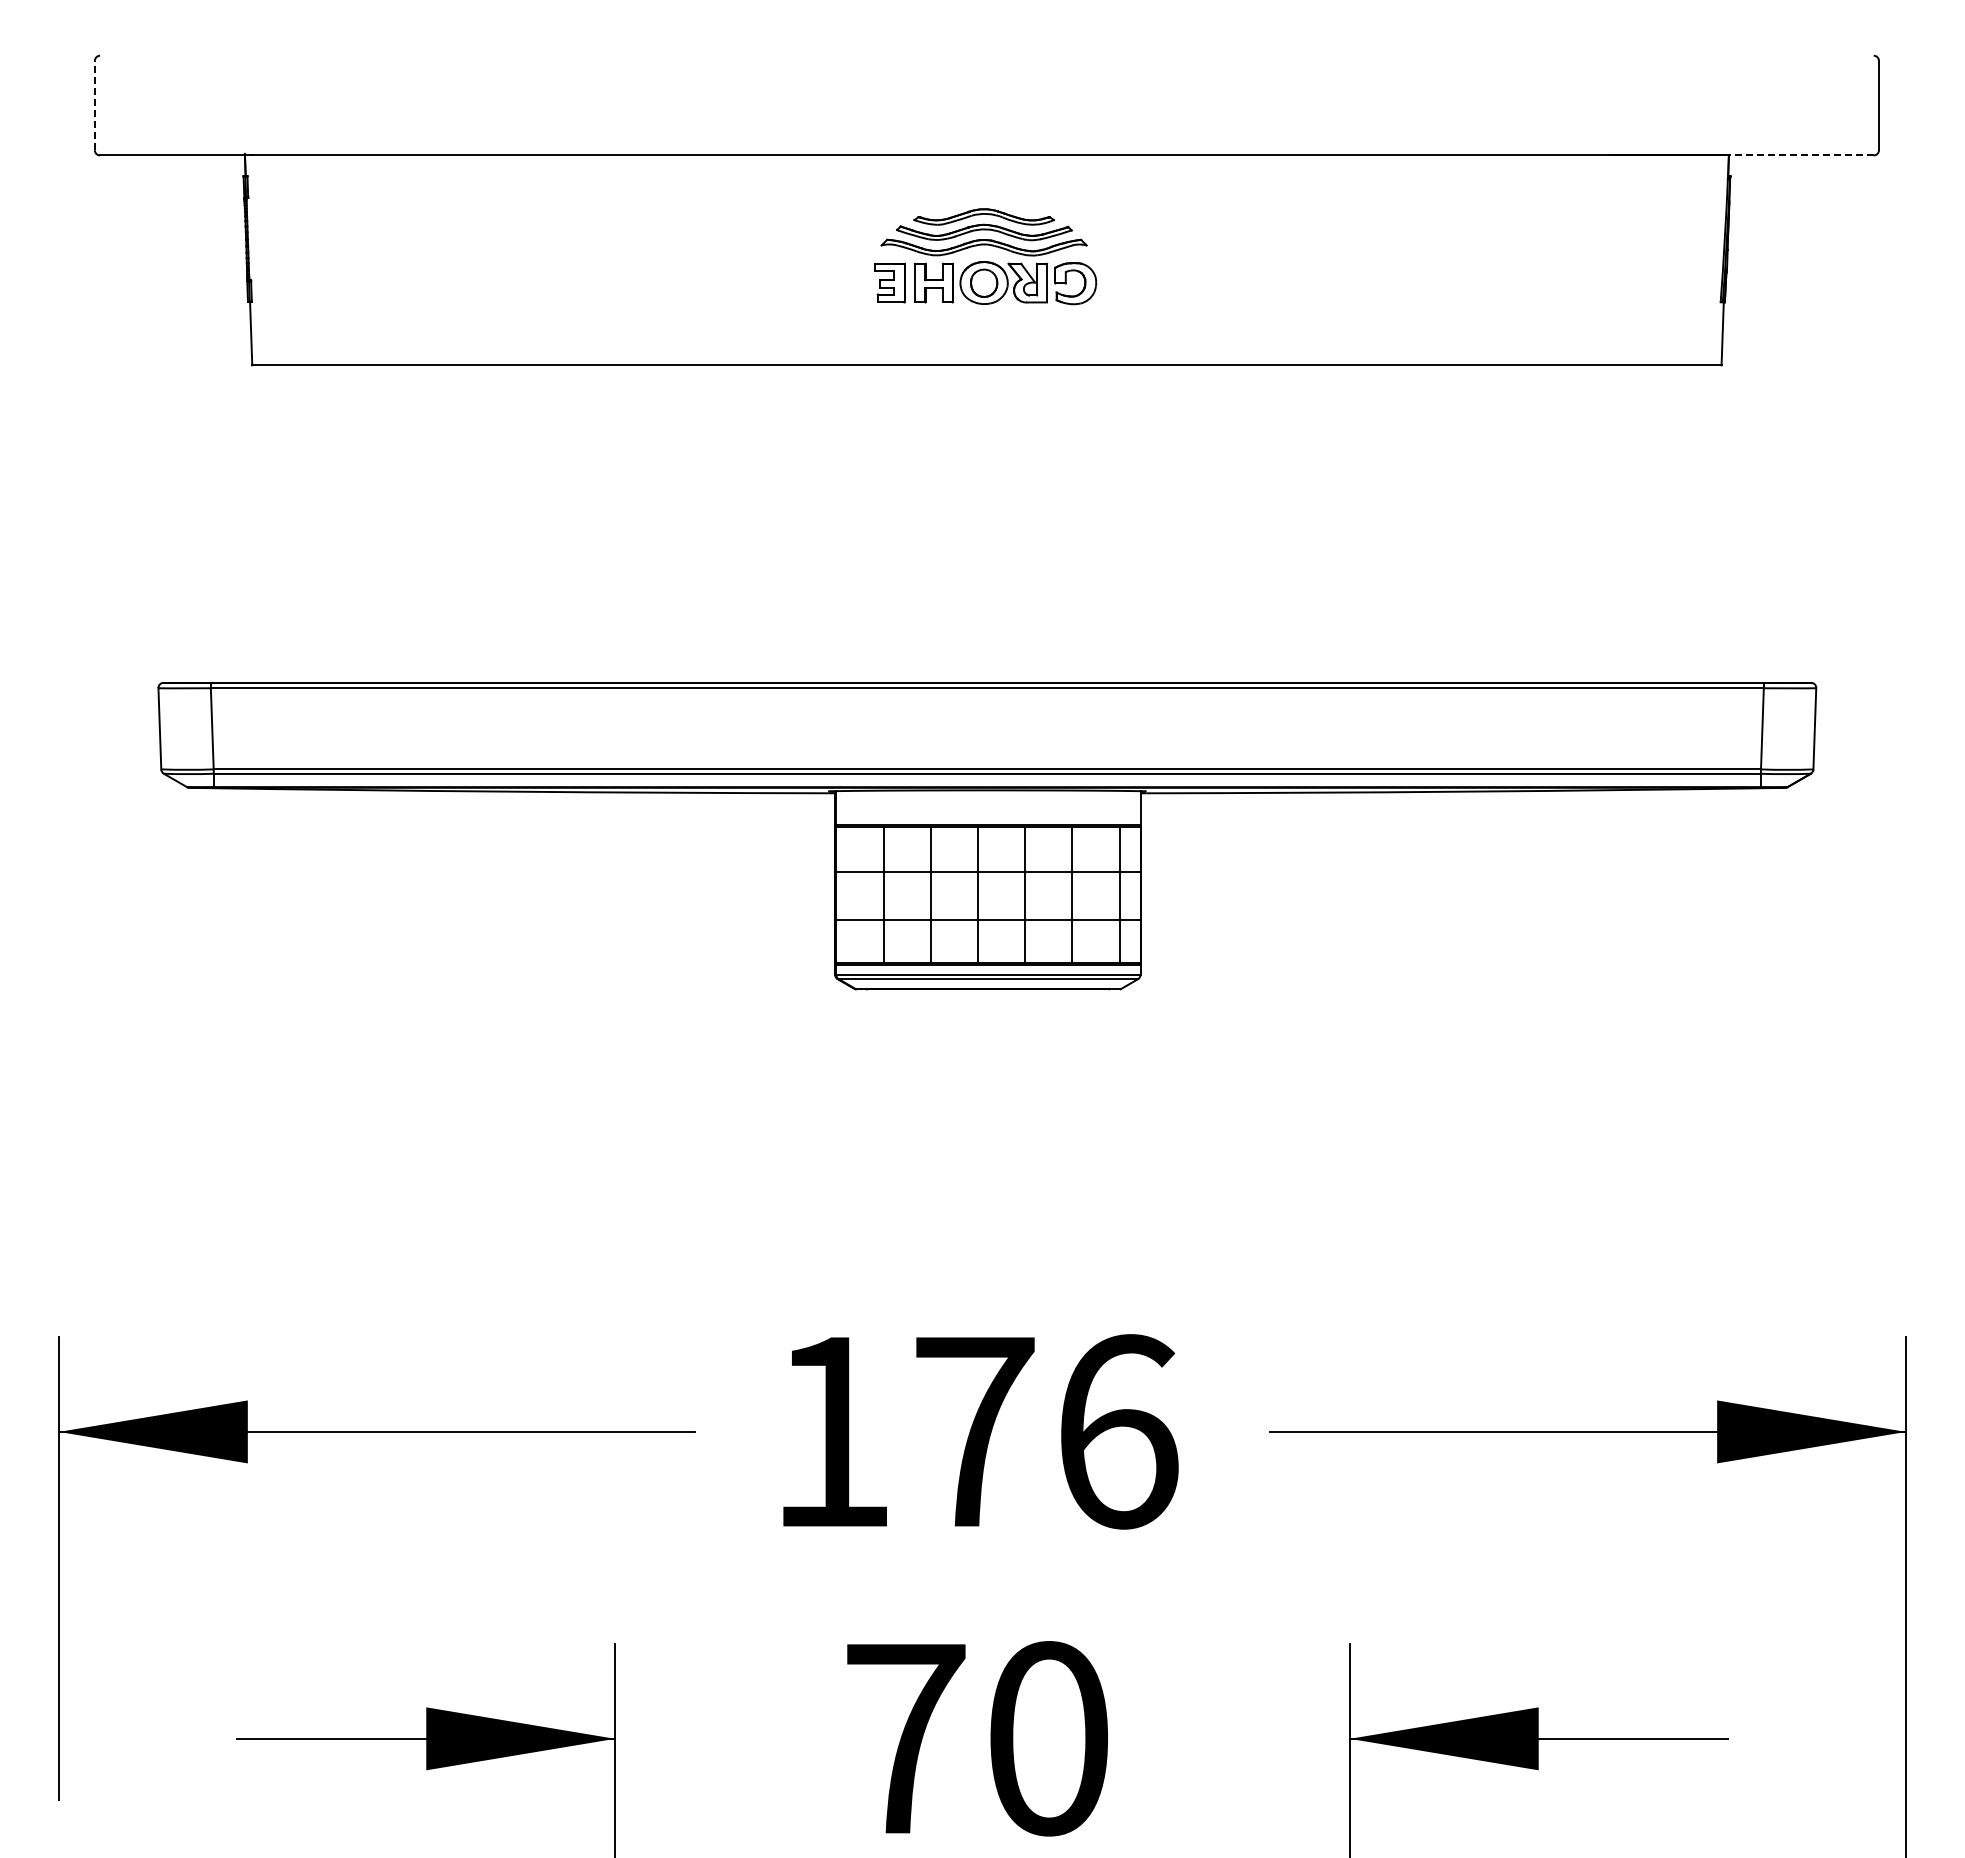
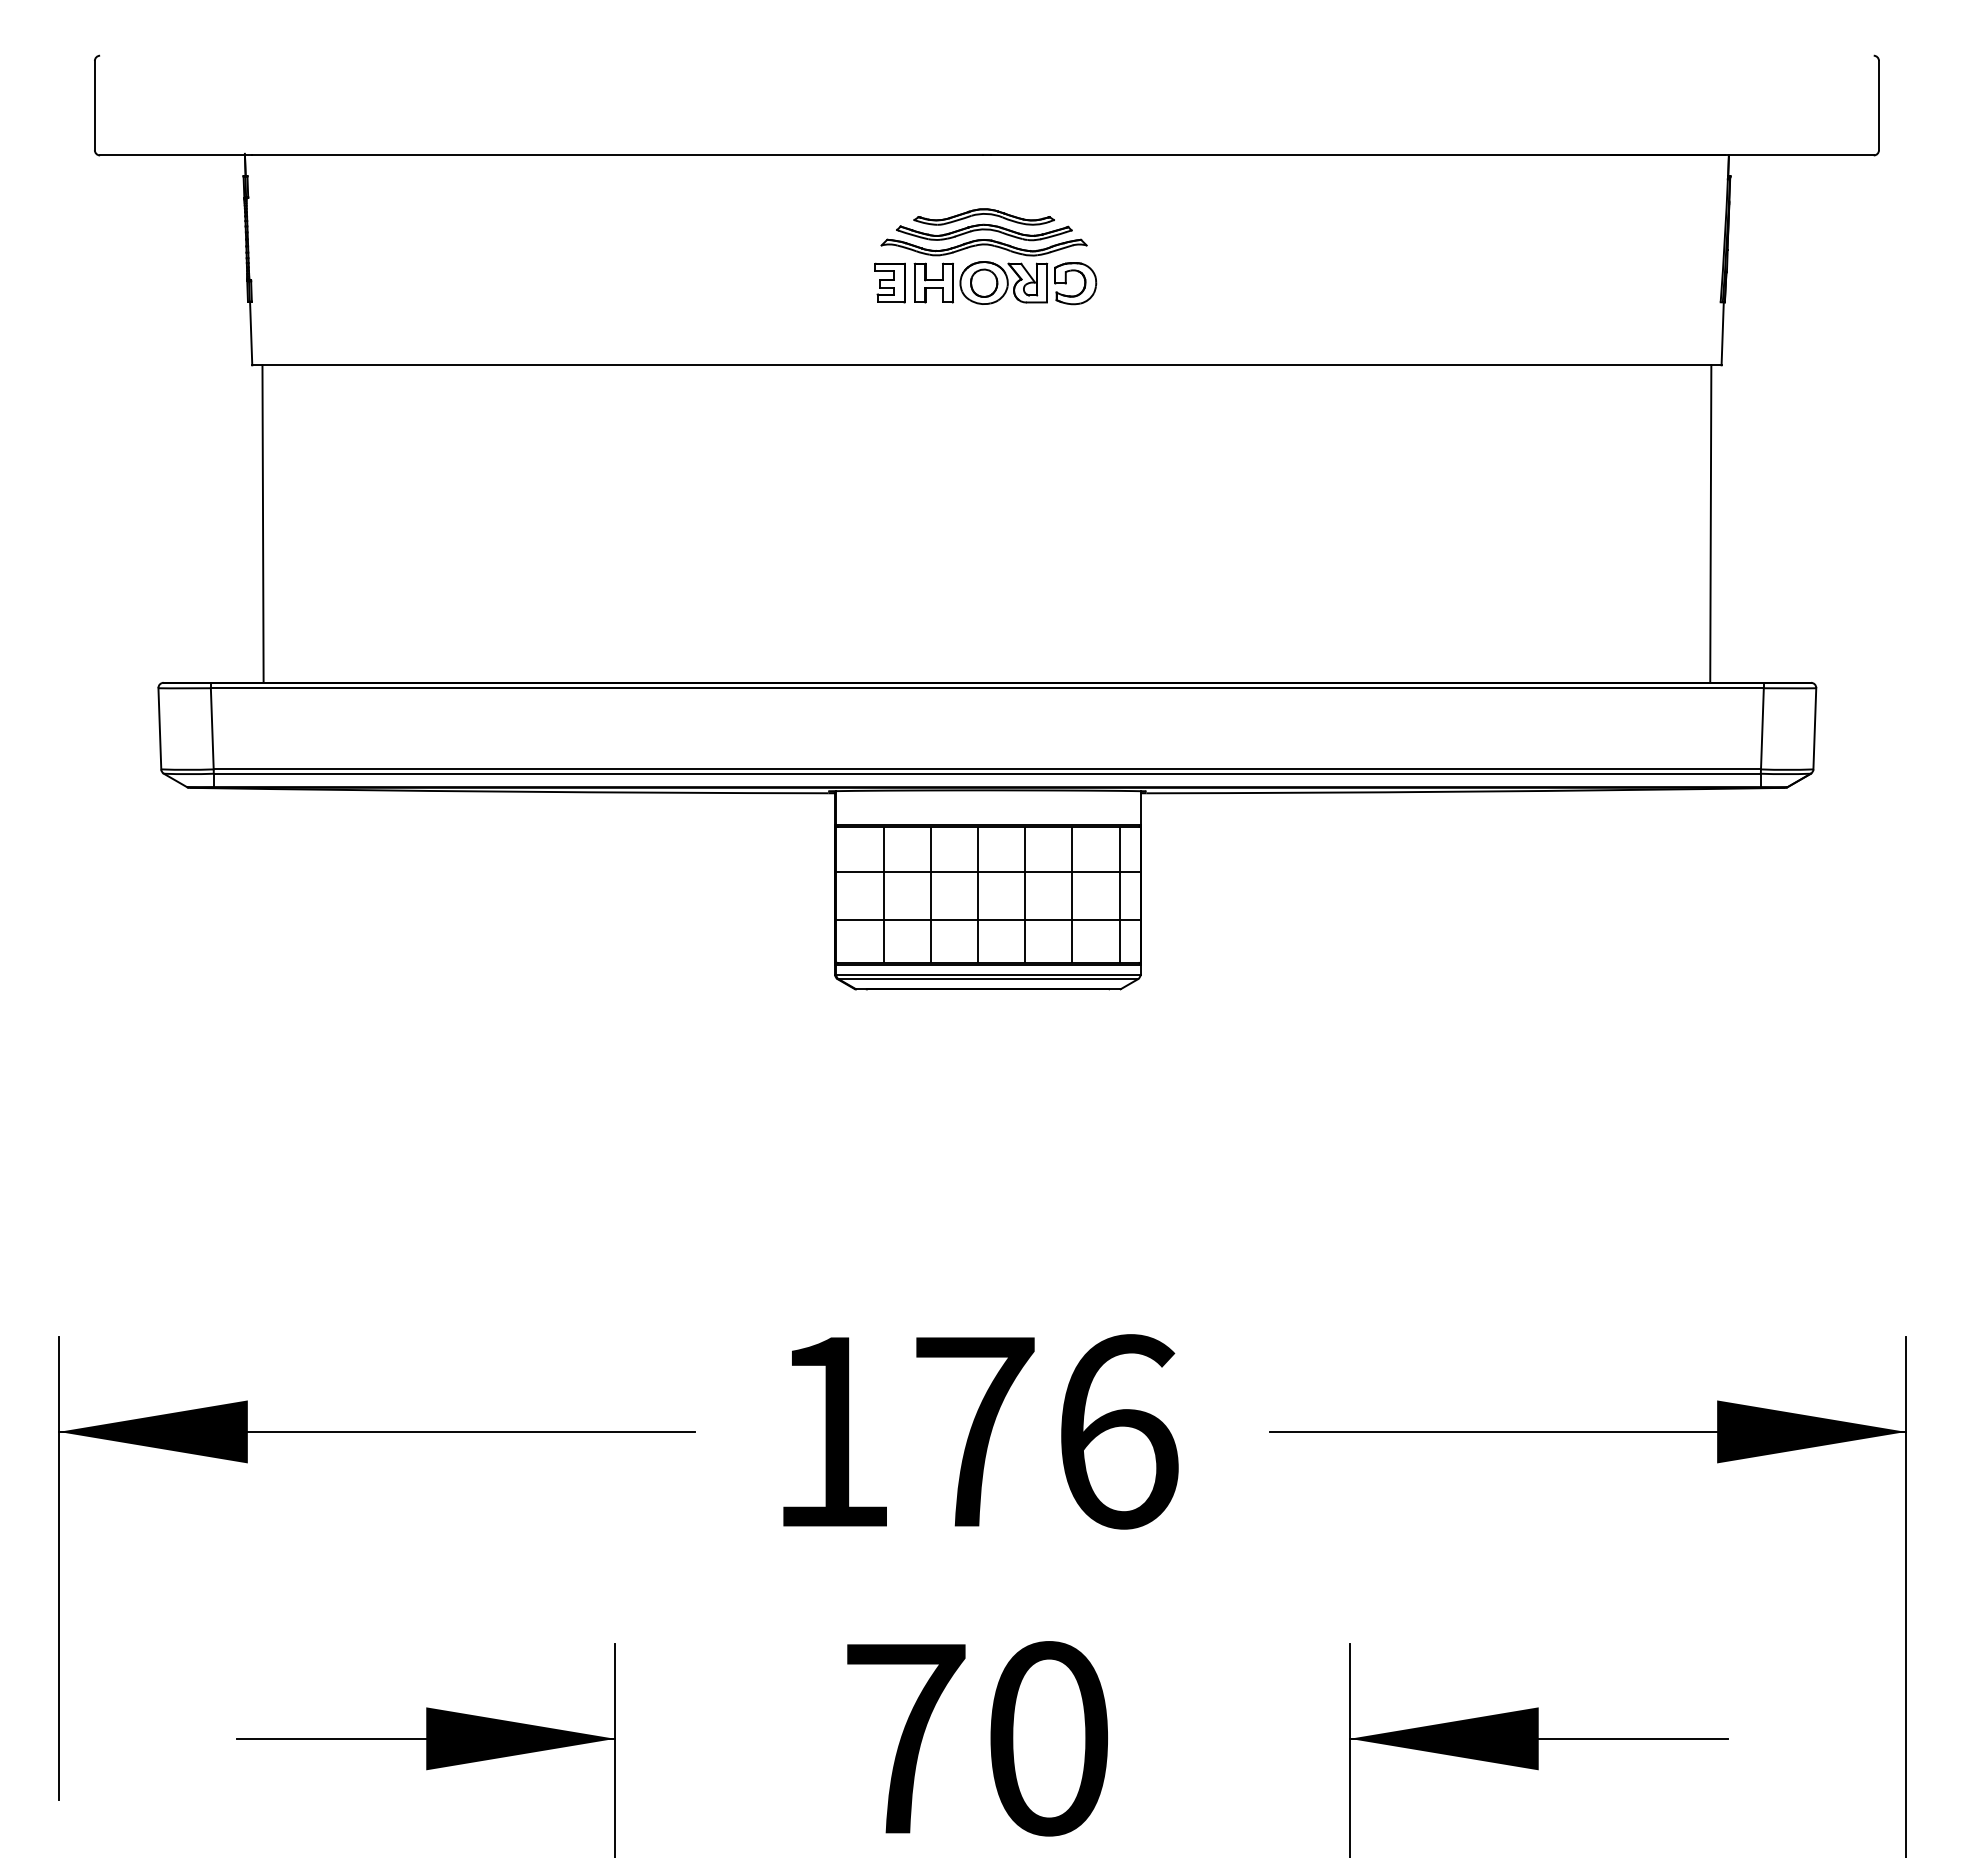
line at (94, 105): dashed -> solid
line at (1797, 155): dashed -> solid
line at (262, 523): none -> present
line at (1710, 523): none -> present
